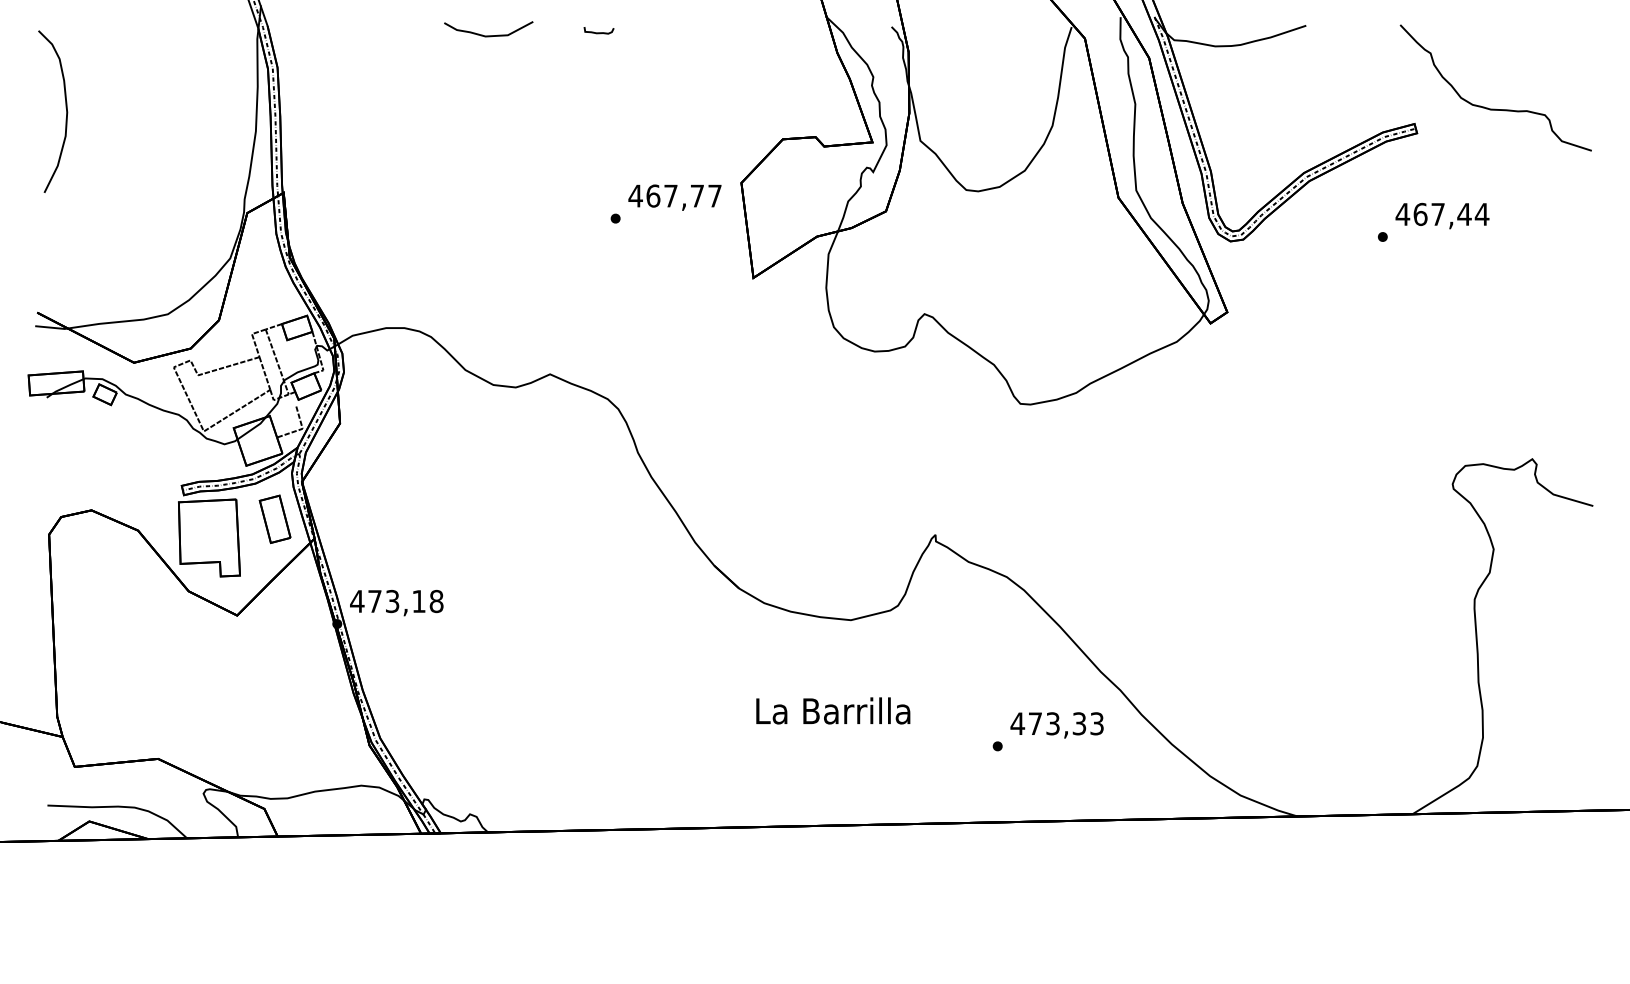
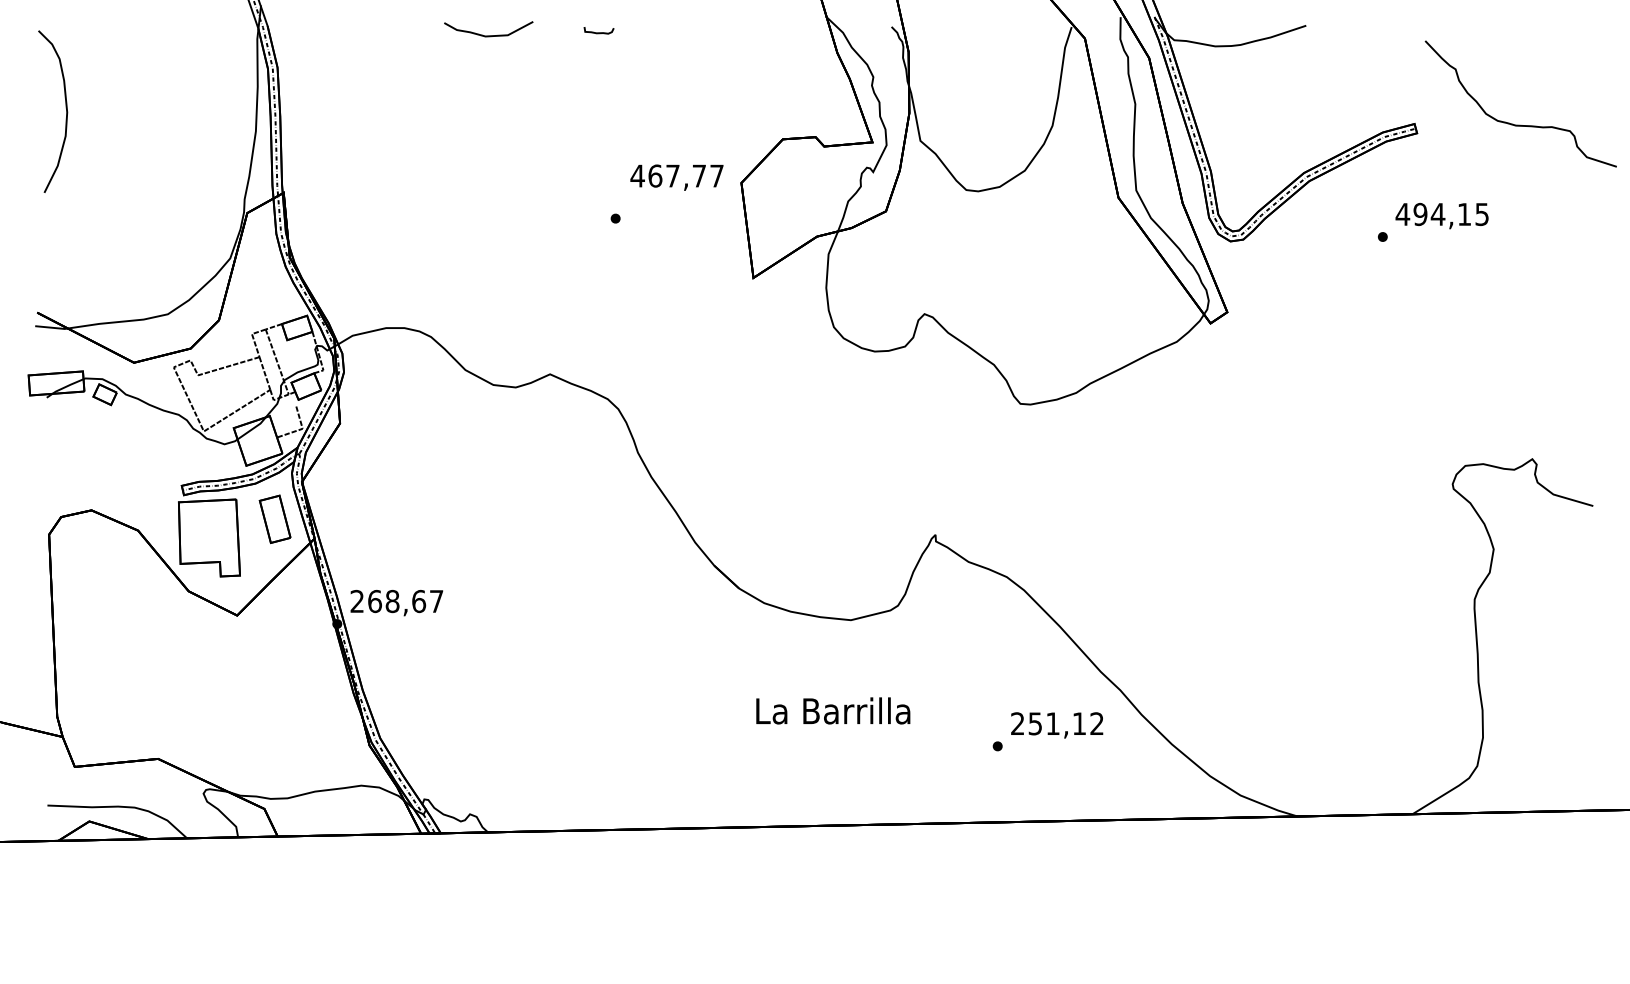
curve at (1495, 108) position: (1495, 108) -> (1520, 124)
text at (674, 197) position: (674, 197) -> (676, 177)
text at (1451, 214): 467,44 -> 494,15
text at (396, 601): 473,18 -> 268,67
text at (1056, 723): 473,33 -> 251,12
